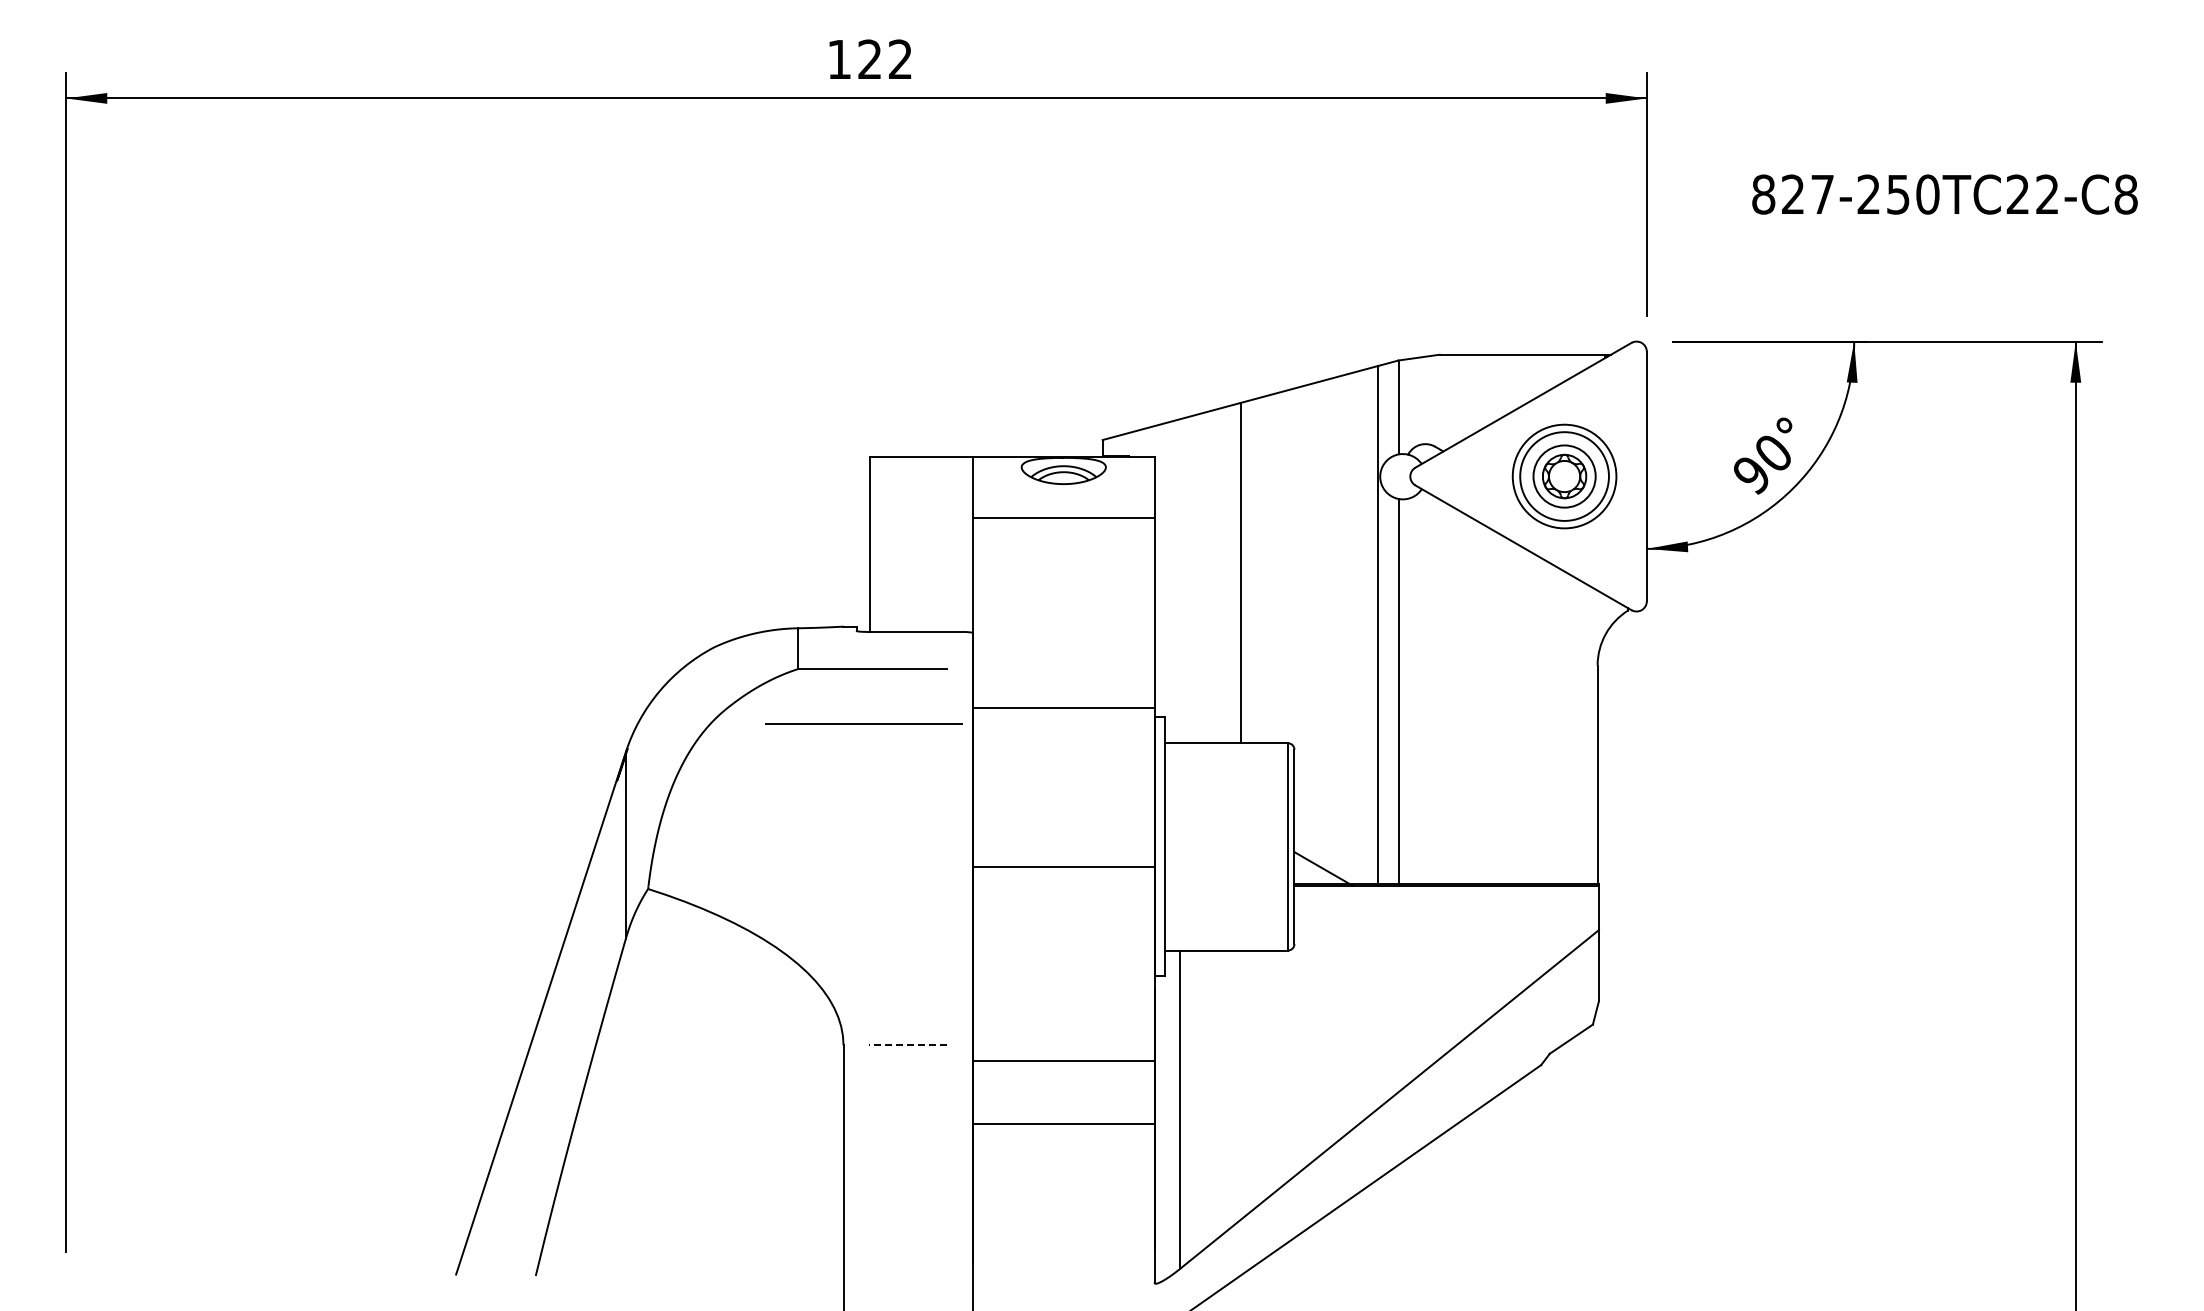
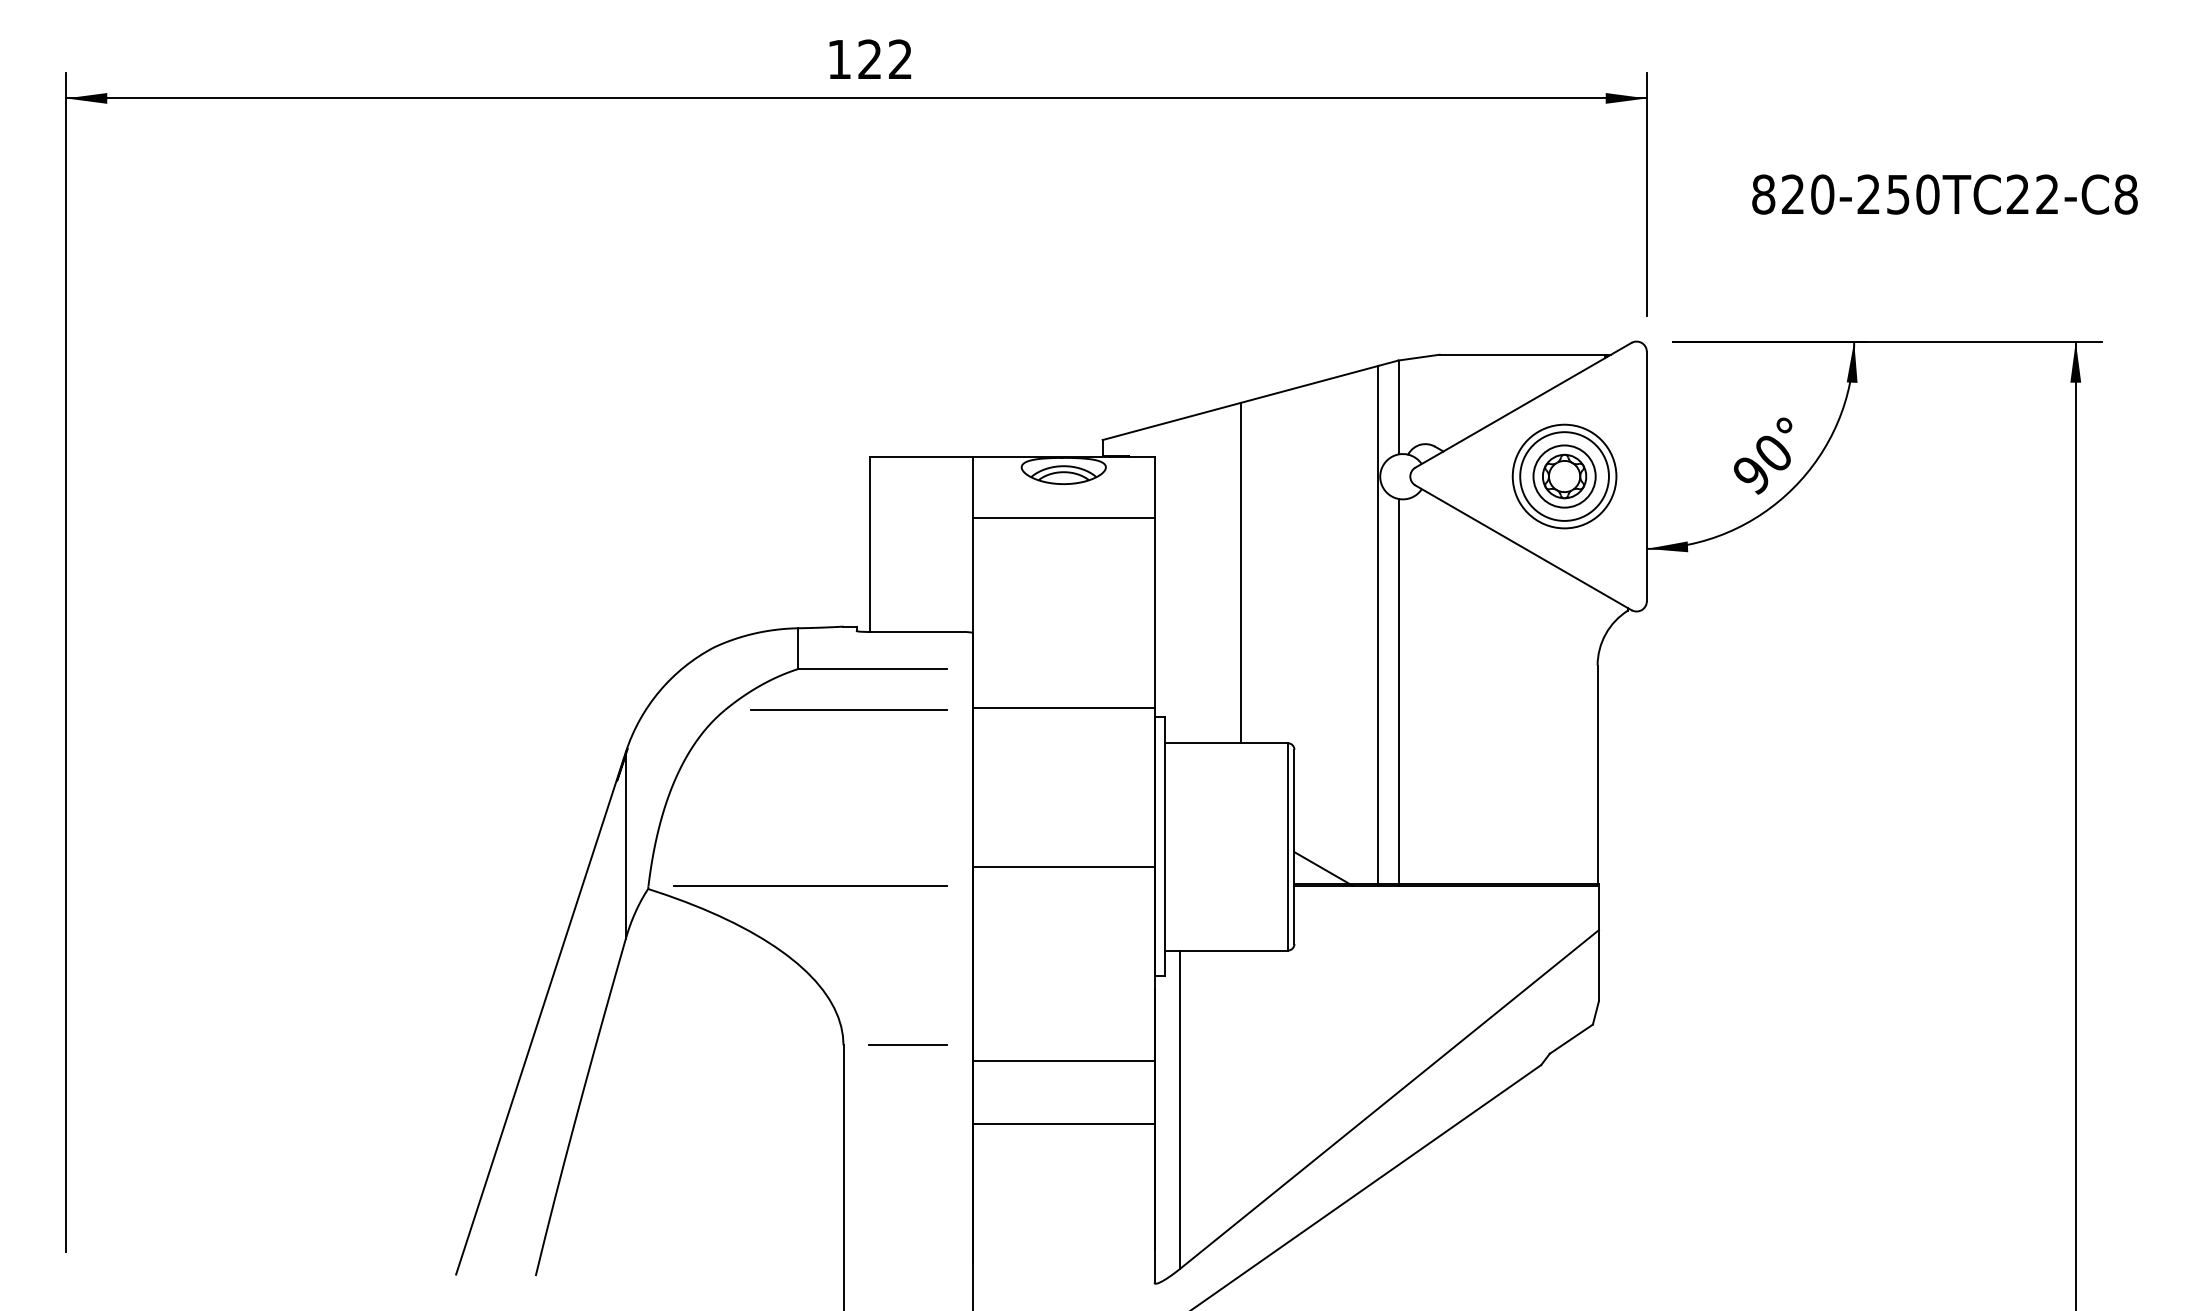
text at (1822, 194): 827-250TC22-C8 -> 820-250TC22-C8
line at (863, 723) position: (863, 723) -> (848, 709)
line at (810, 886): none -> present
line at (908, 1045): dashed -> solid
